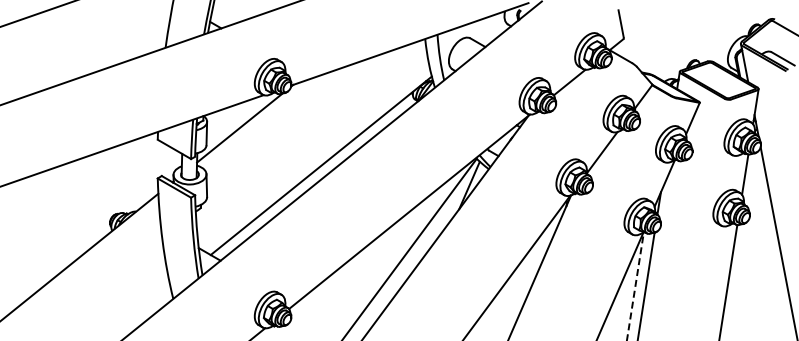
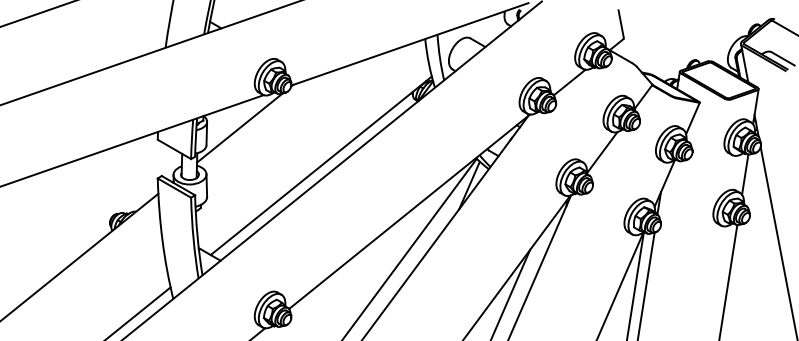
line at (635, 286): dashed -> solid
line at (511, 293): none -> present
line at (139, 312): none -> present
